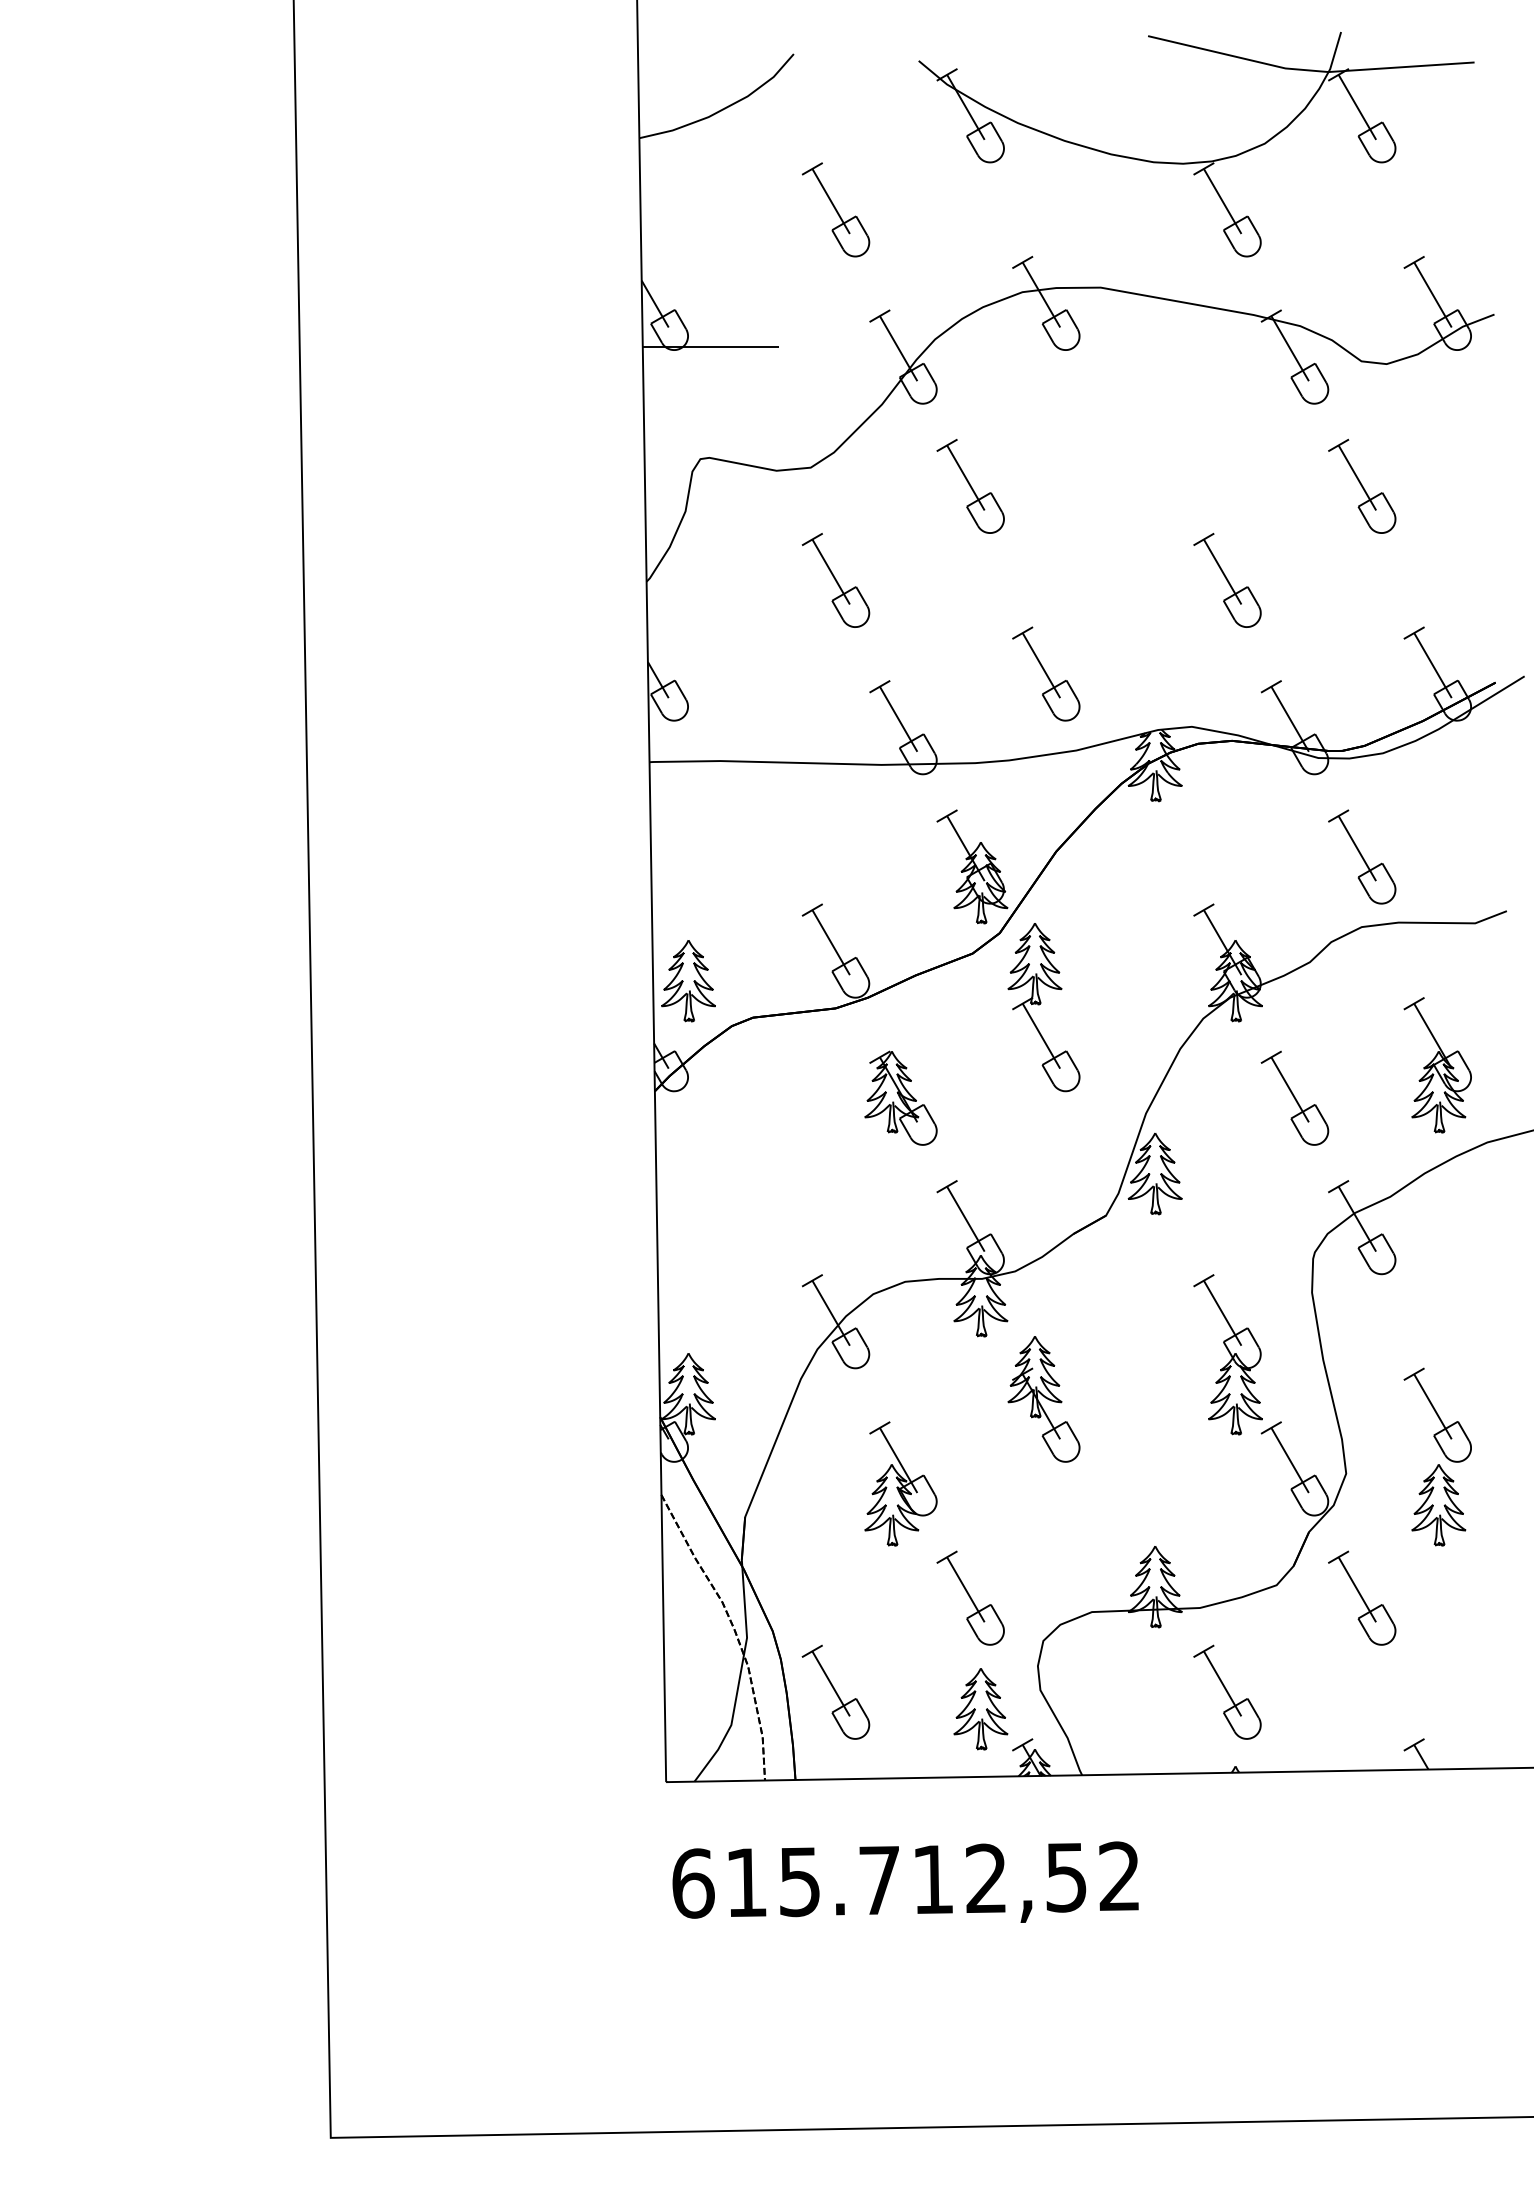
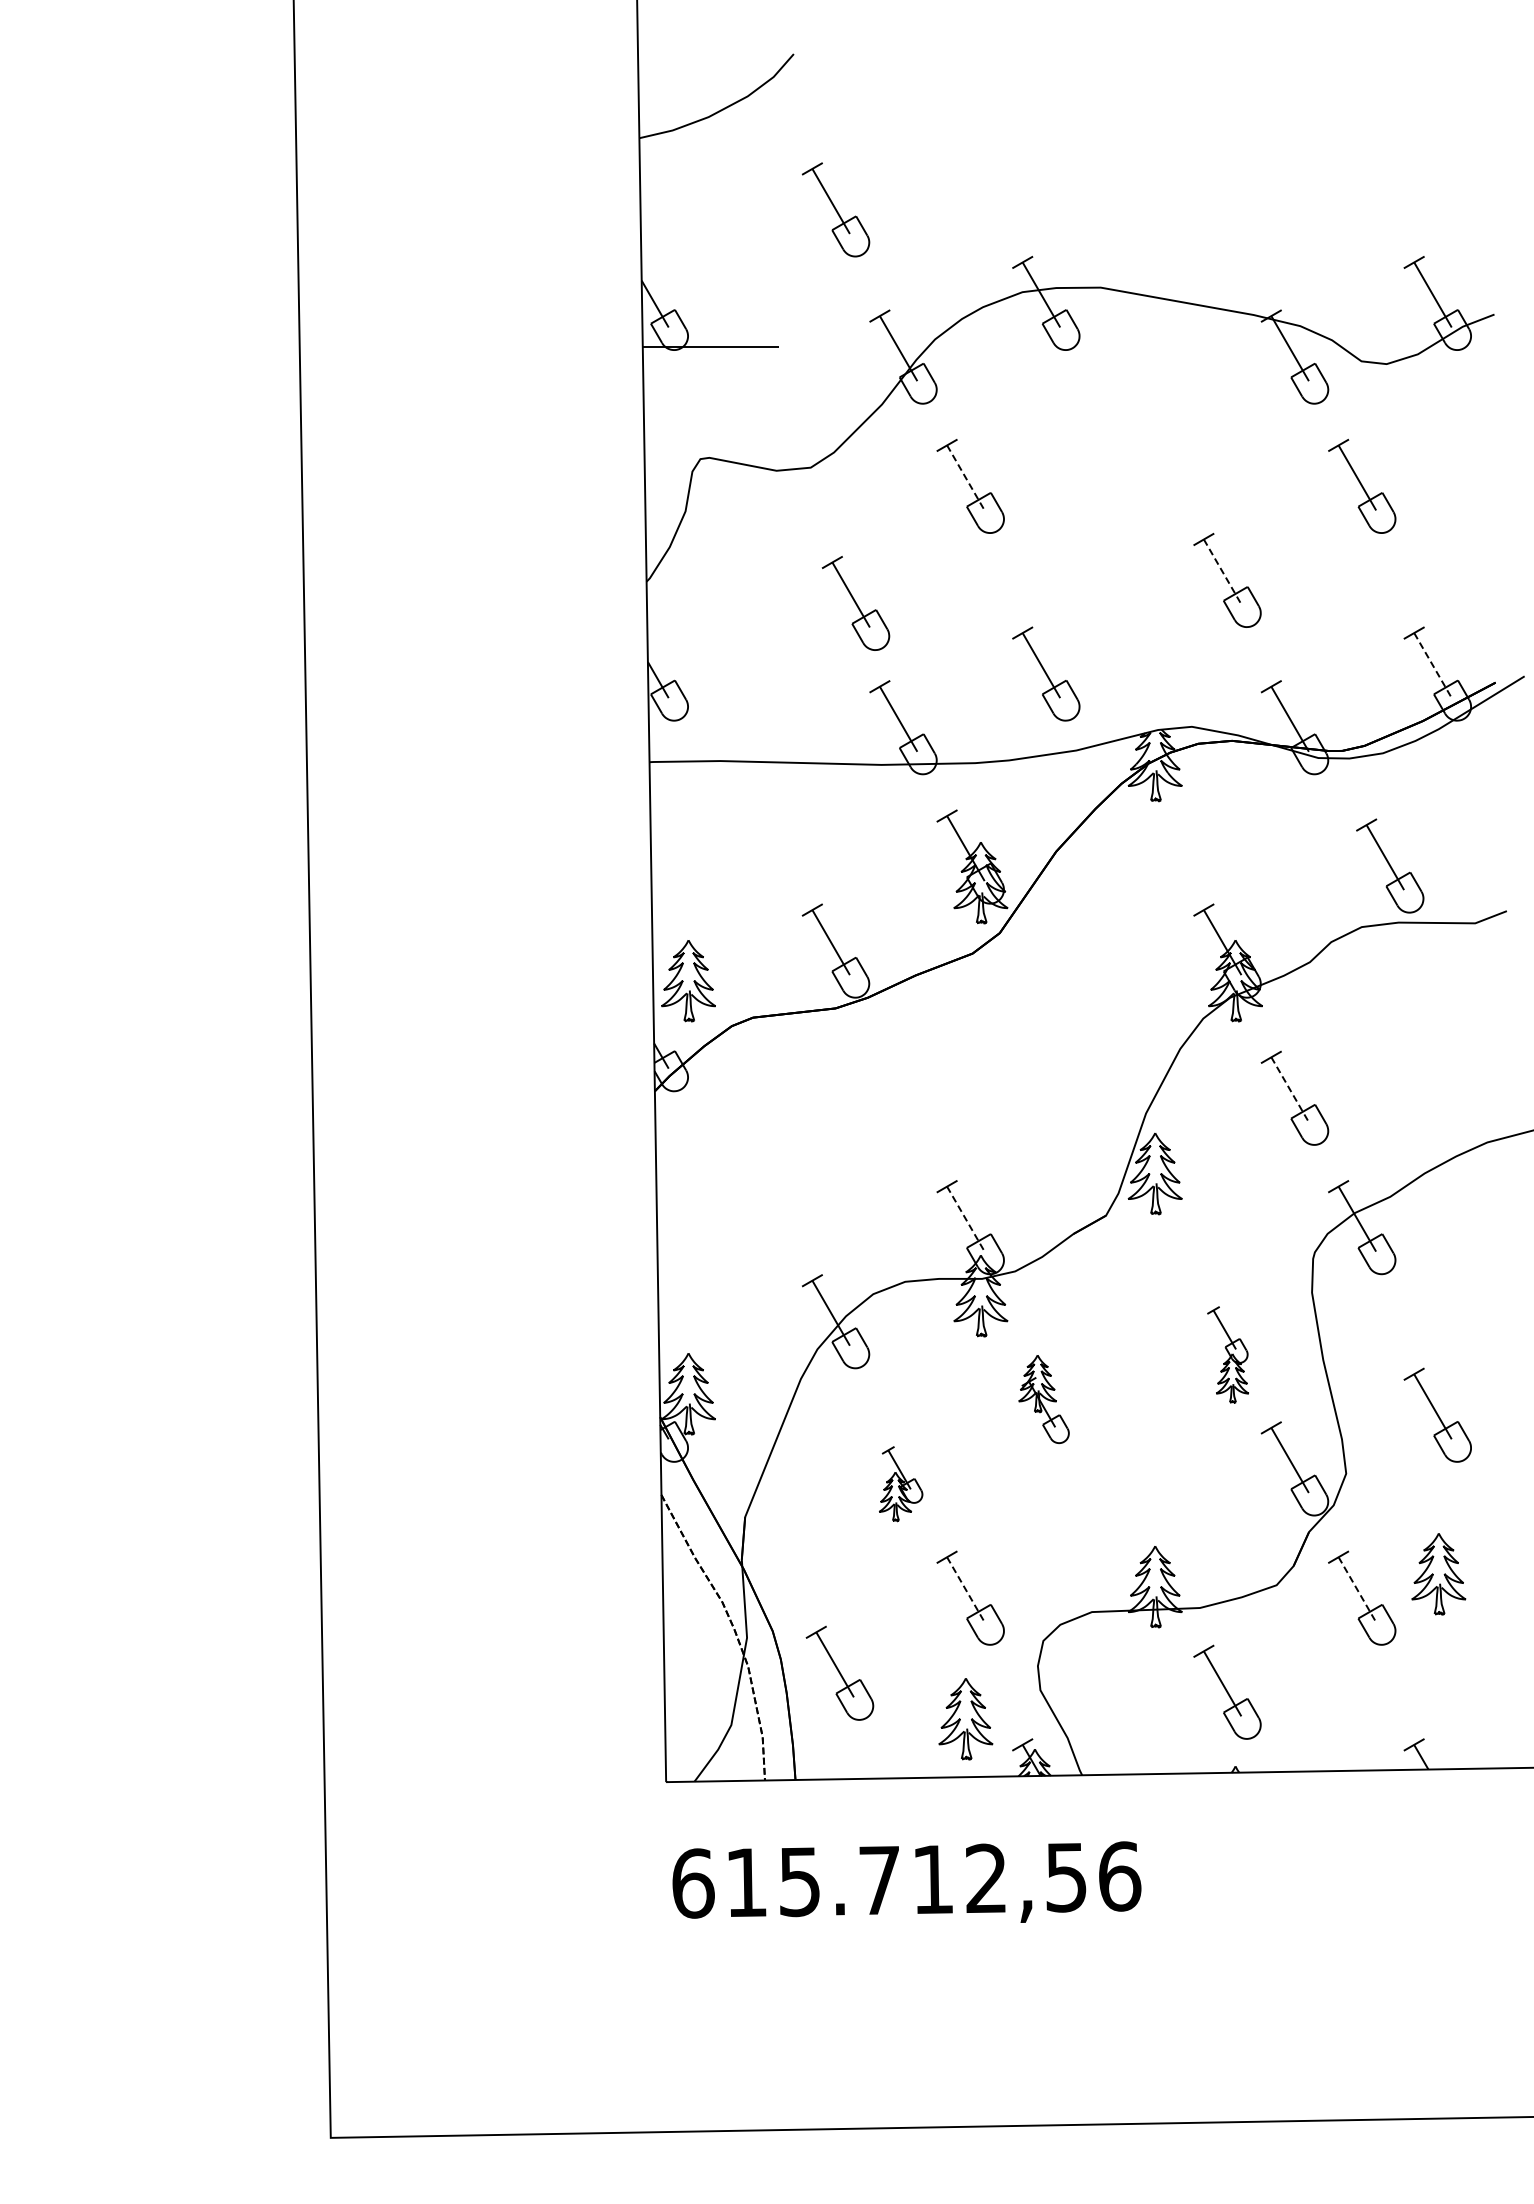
part at (1196, 161): present -> none
line at (965, 477): solid -> dashed
line at (1222, 572): solid -> dashed
part at (835, 580) position: (835, 580) -> (855, 603)
line at (1432, 665): solid -> dashed
part at (1362, 856) position: (1362, 856) -> (1390, 865)
part at (1043, 1007): present -> none
part at (1437, 1065): present -> none
line at (1290, 1089): solid -> dashed
part at (900, 1097): present -> none
line at (965, 1219): solid -> dashed
part at (1227, 1354) size: 70x162 px -> 42x98 px
part at (1043, 1399) size: 74x127 px -> 52x89 px
part at (900, 1483) size: 74x126 px -> 45x77 px
part at (1438, 1505) position: (1438, 1505) -> (1438, 1574)
line at (965, 1589): solid -> dashed
line at (1357, 1589): solid -> dashed
part at (835, 1691) position: (835, 1691) -> (839, 1672)
part at (980, 1709) position: (980, 1709) -> (965, 1719)
text at (1120, 1876): 615.712,52 -> 615.712,56
